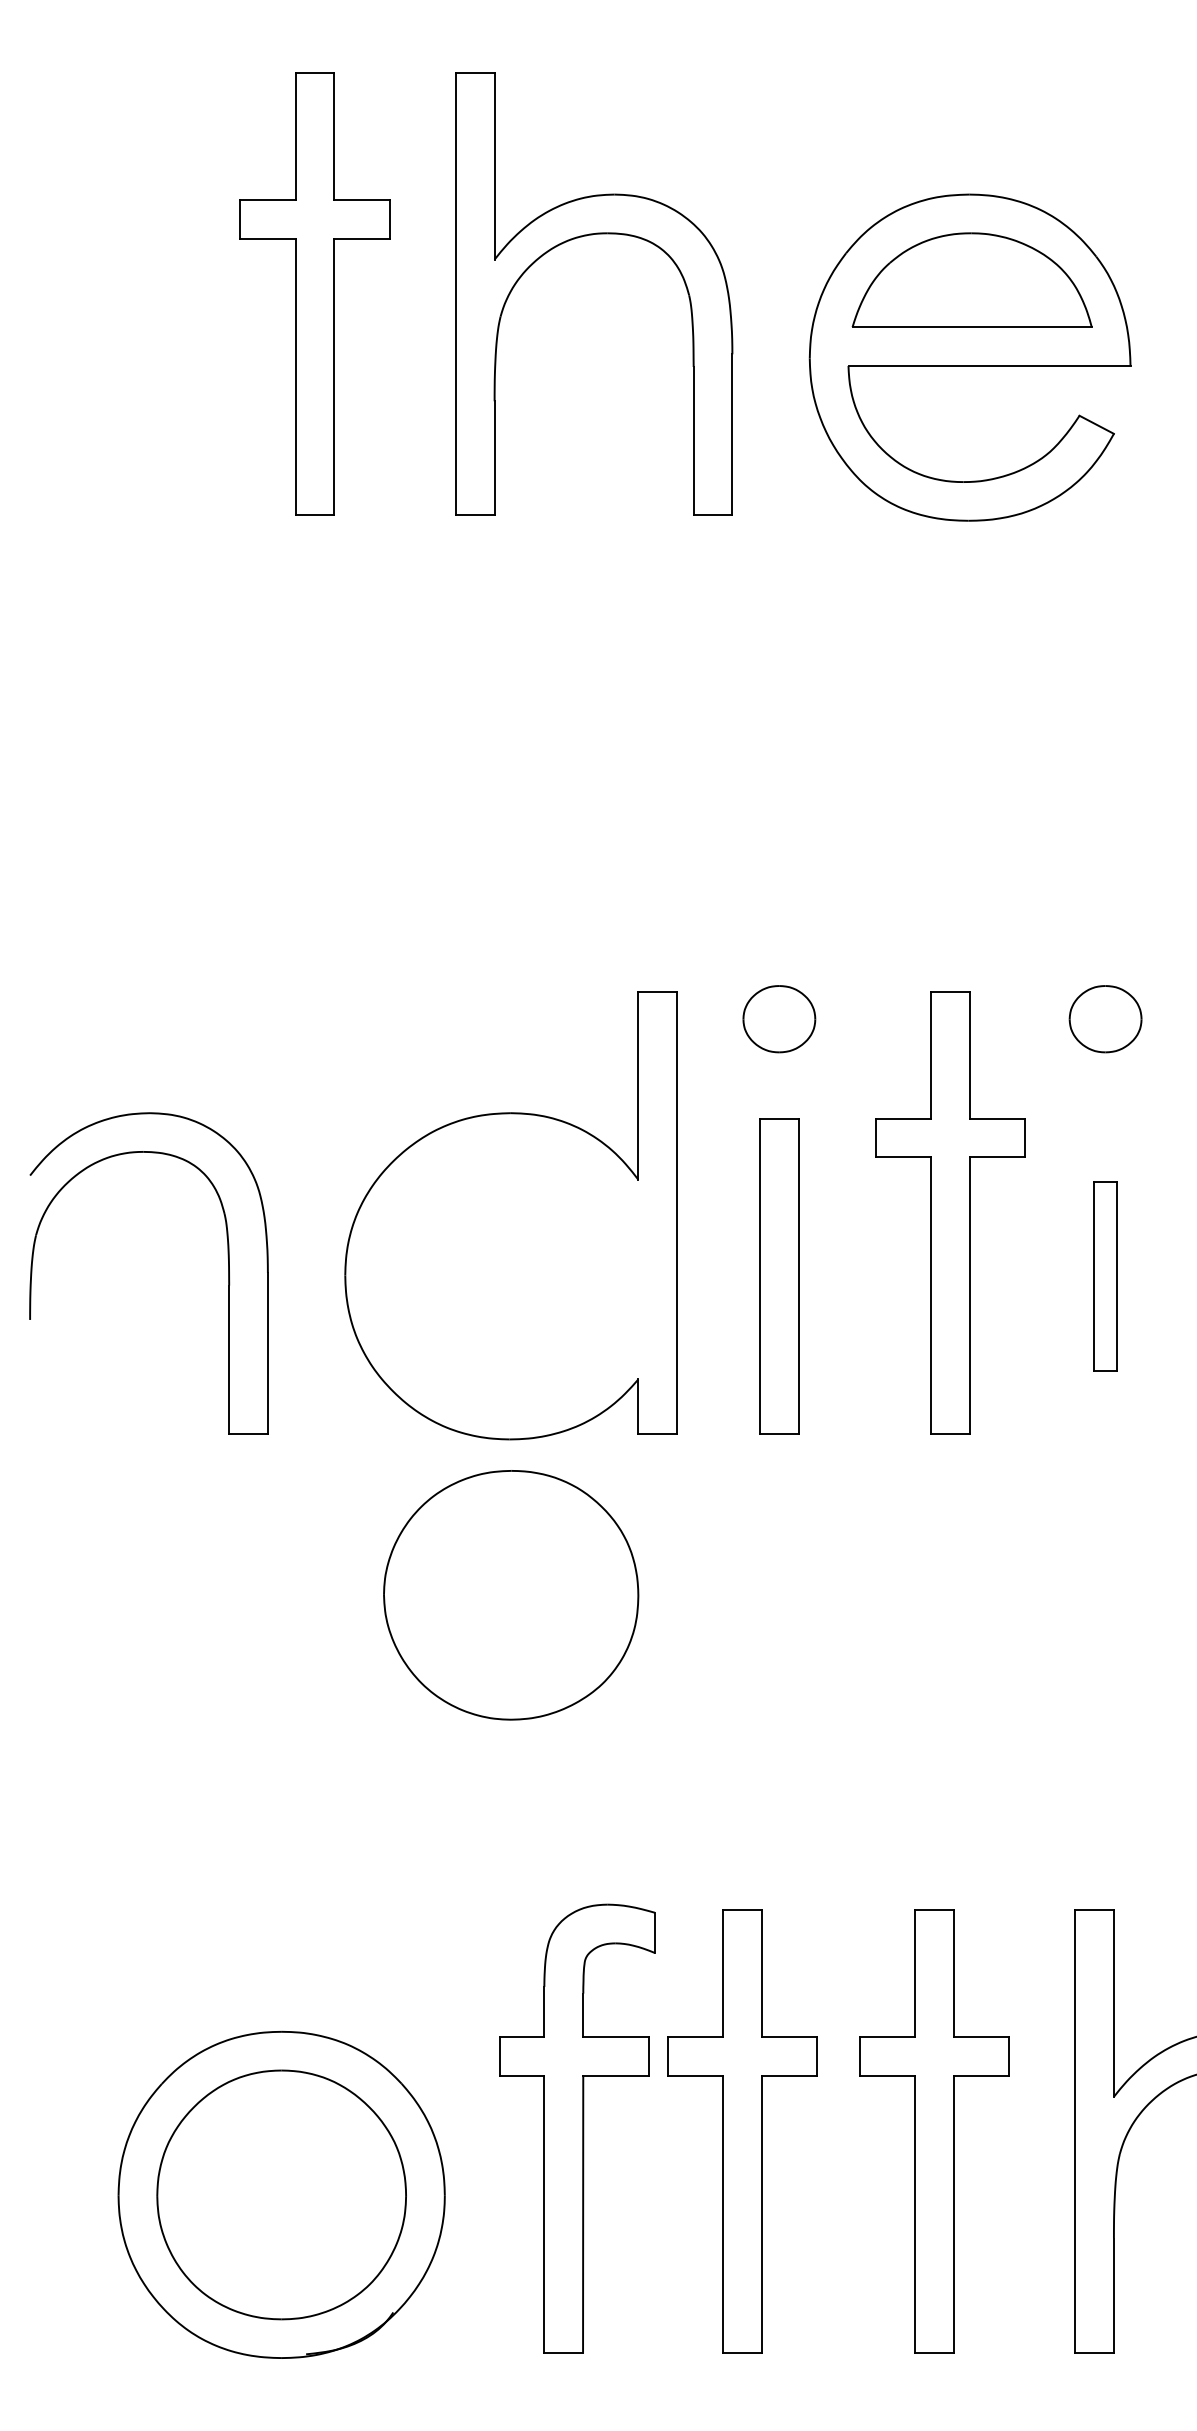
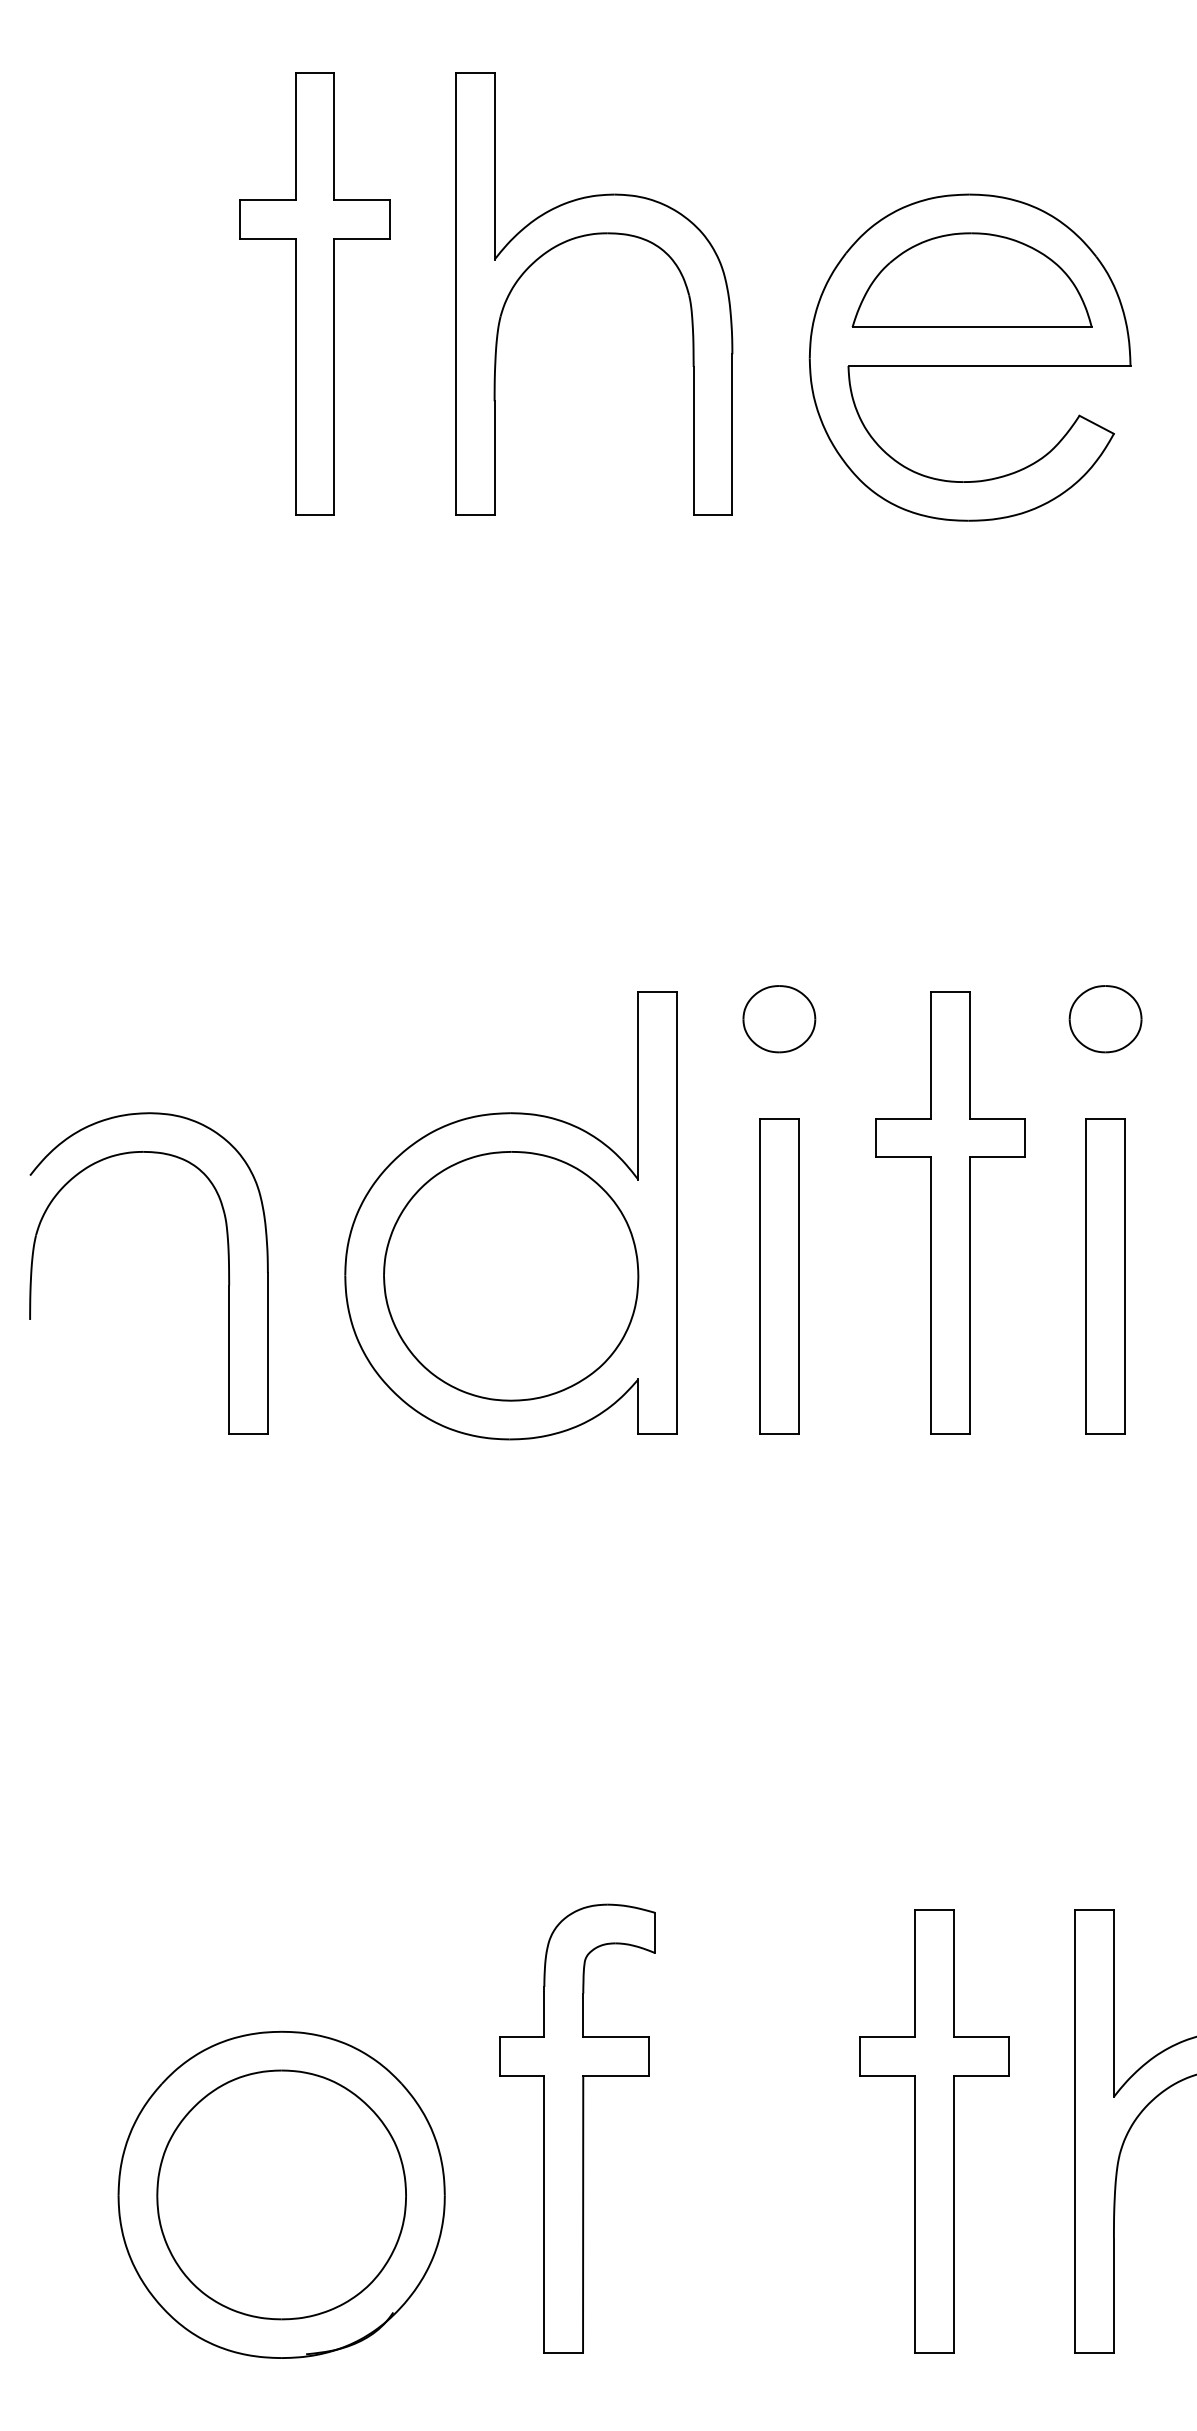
part at (1105, 1276) size: 25x191 px -> 41x317 px
part at (511, 1595) position: (511, 1595) -> (511, 1276)
part at (742, 2131): present -> none
